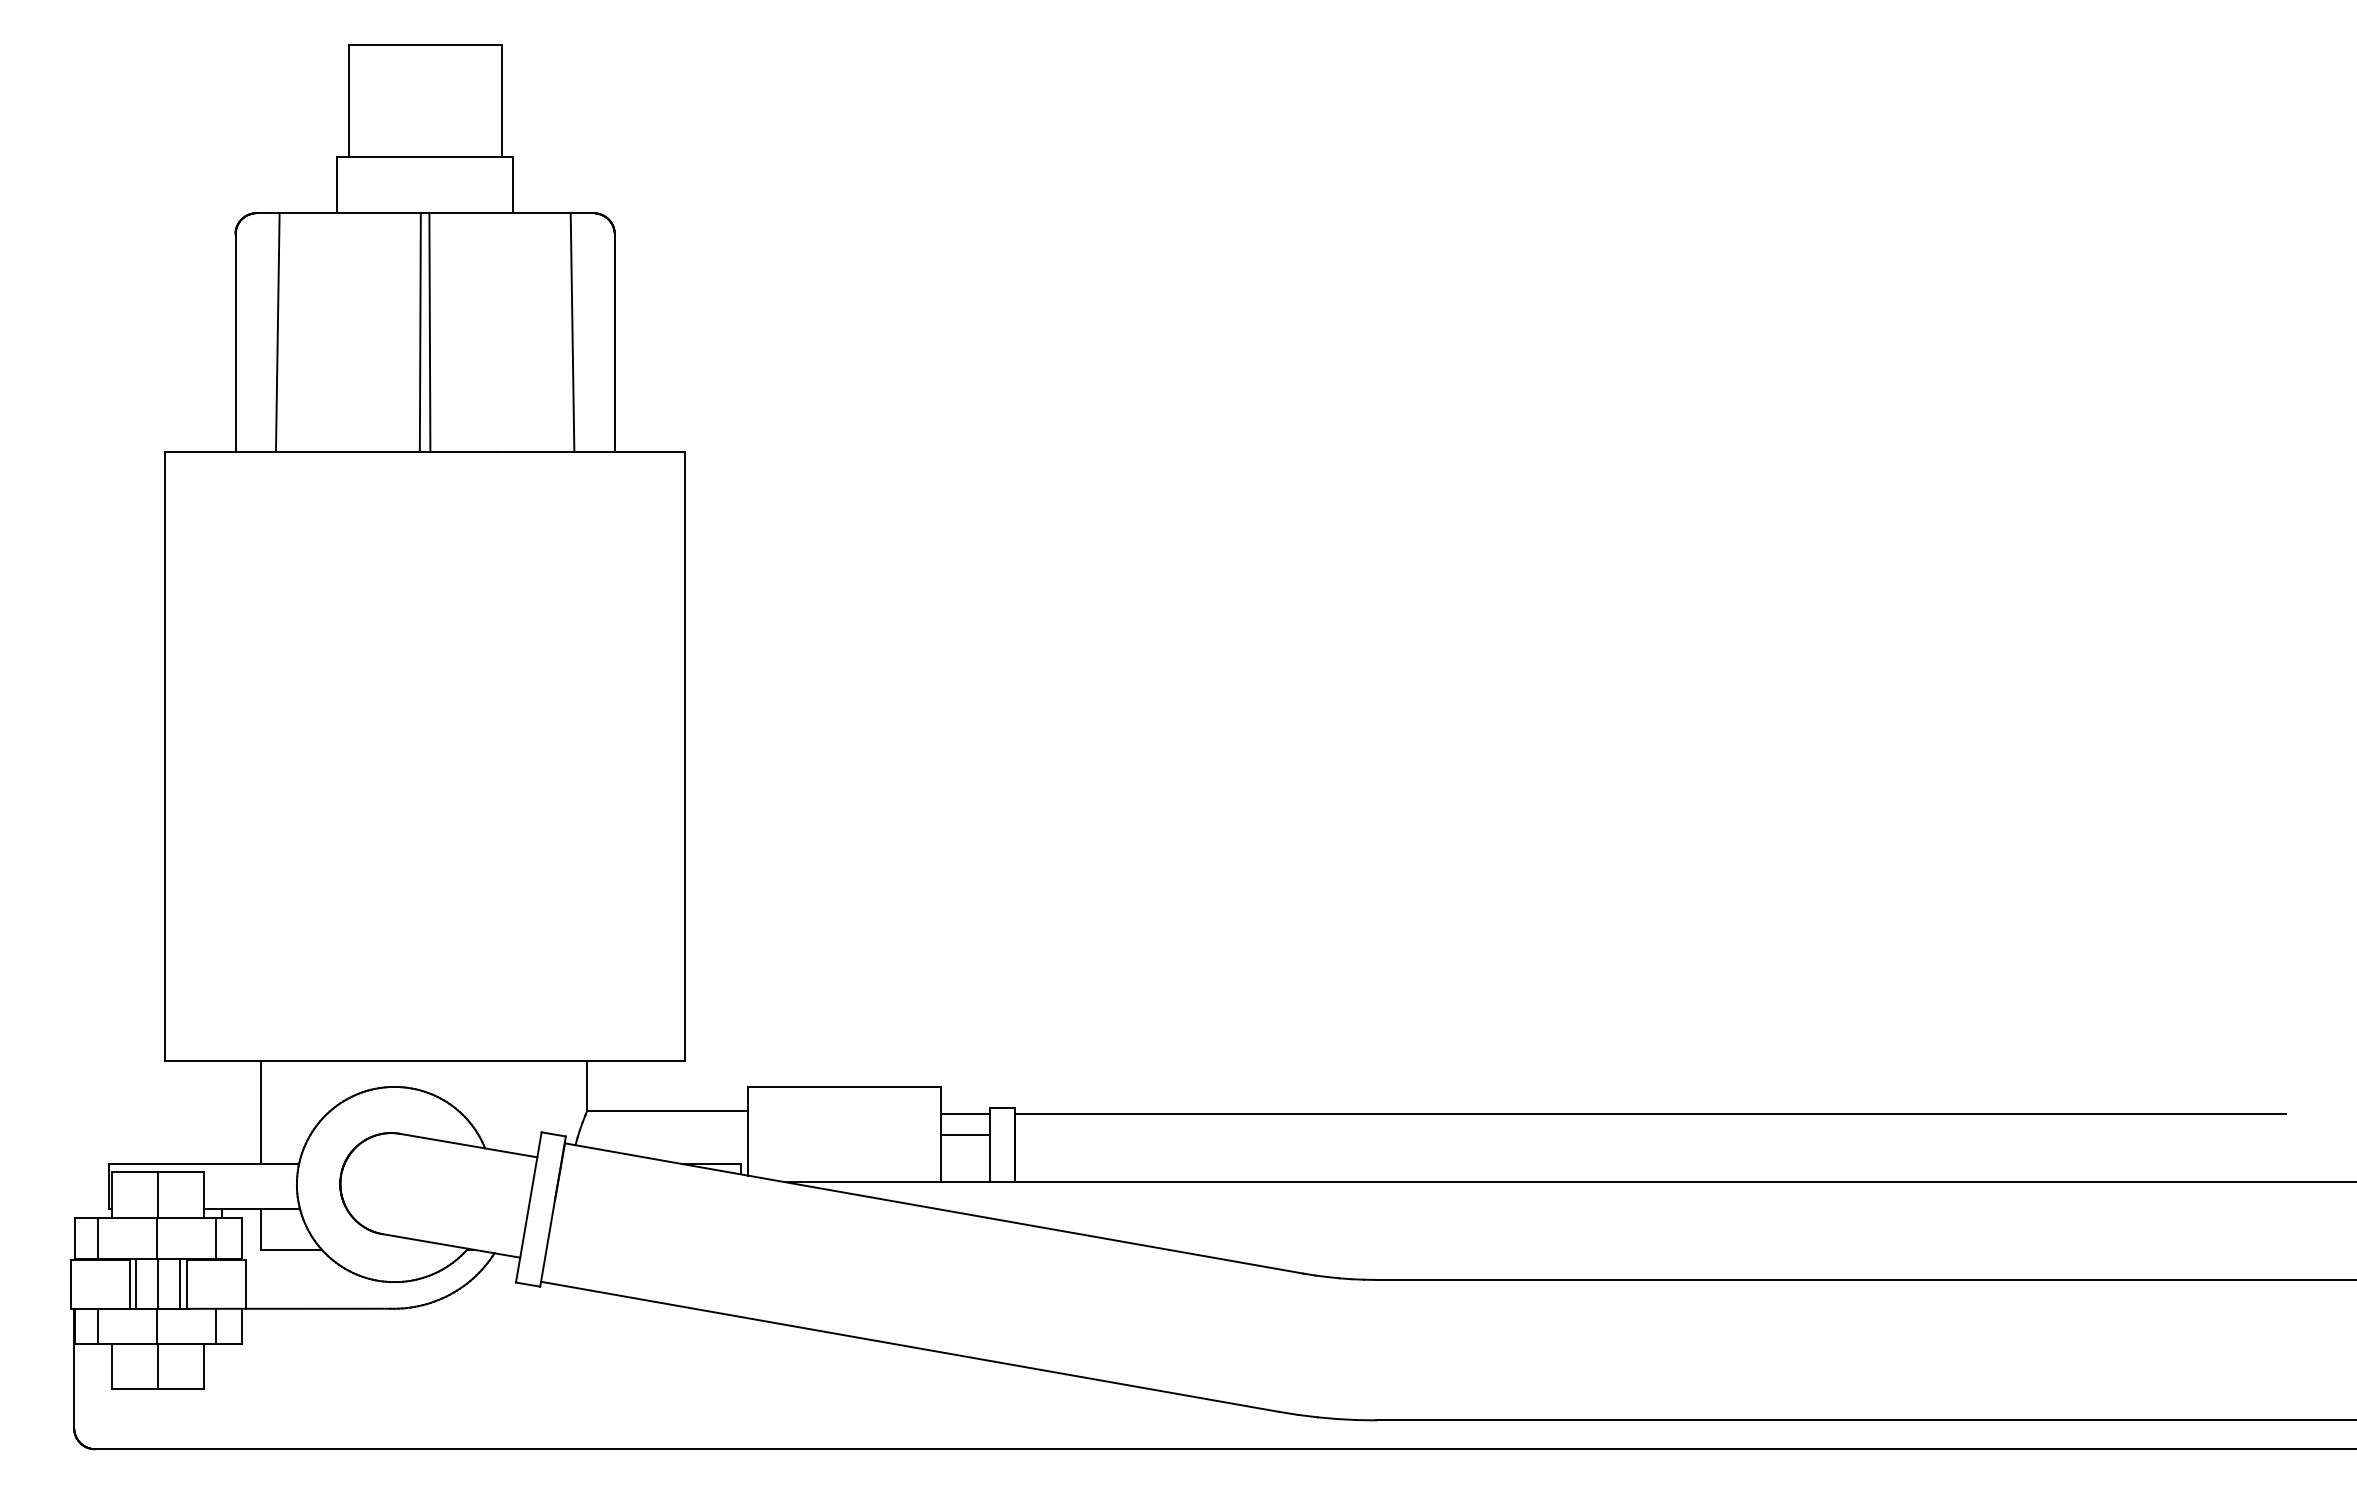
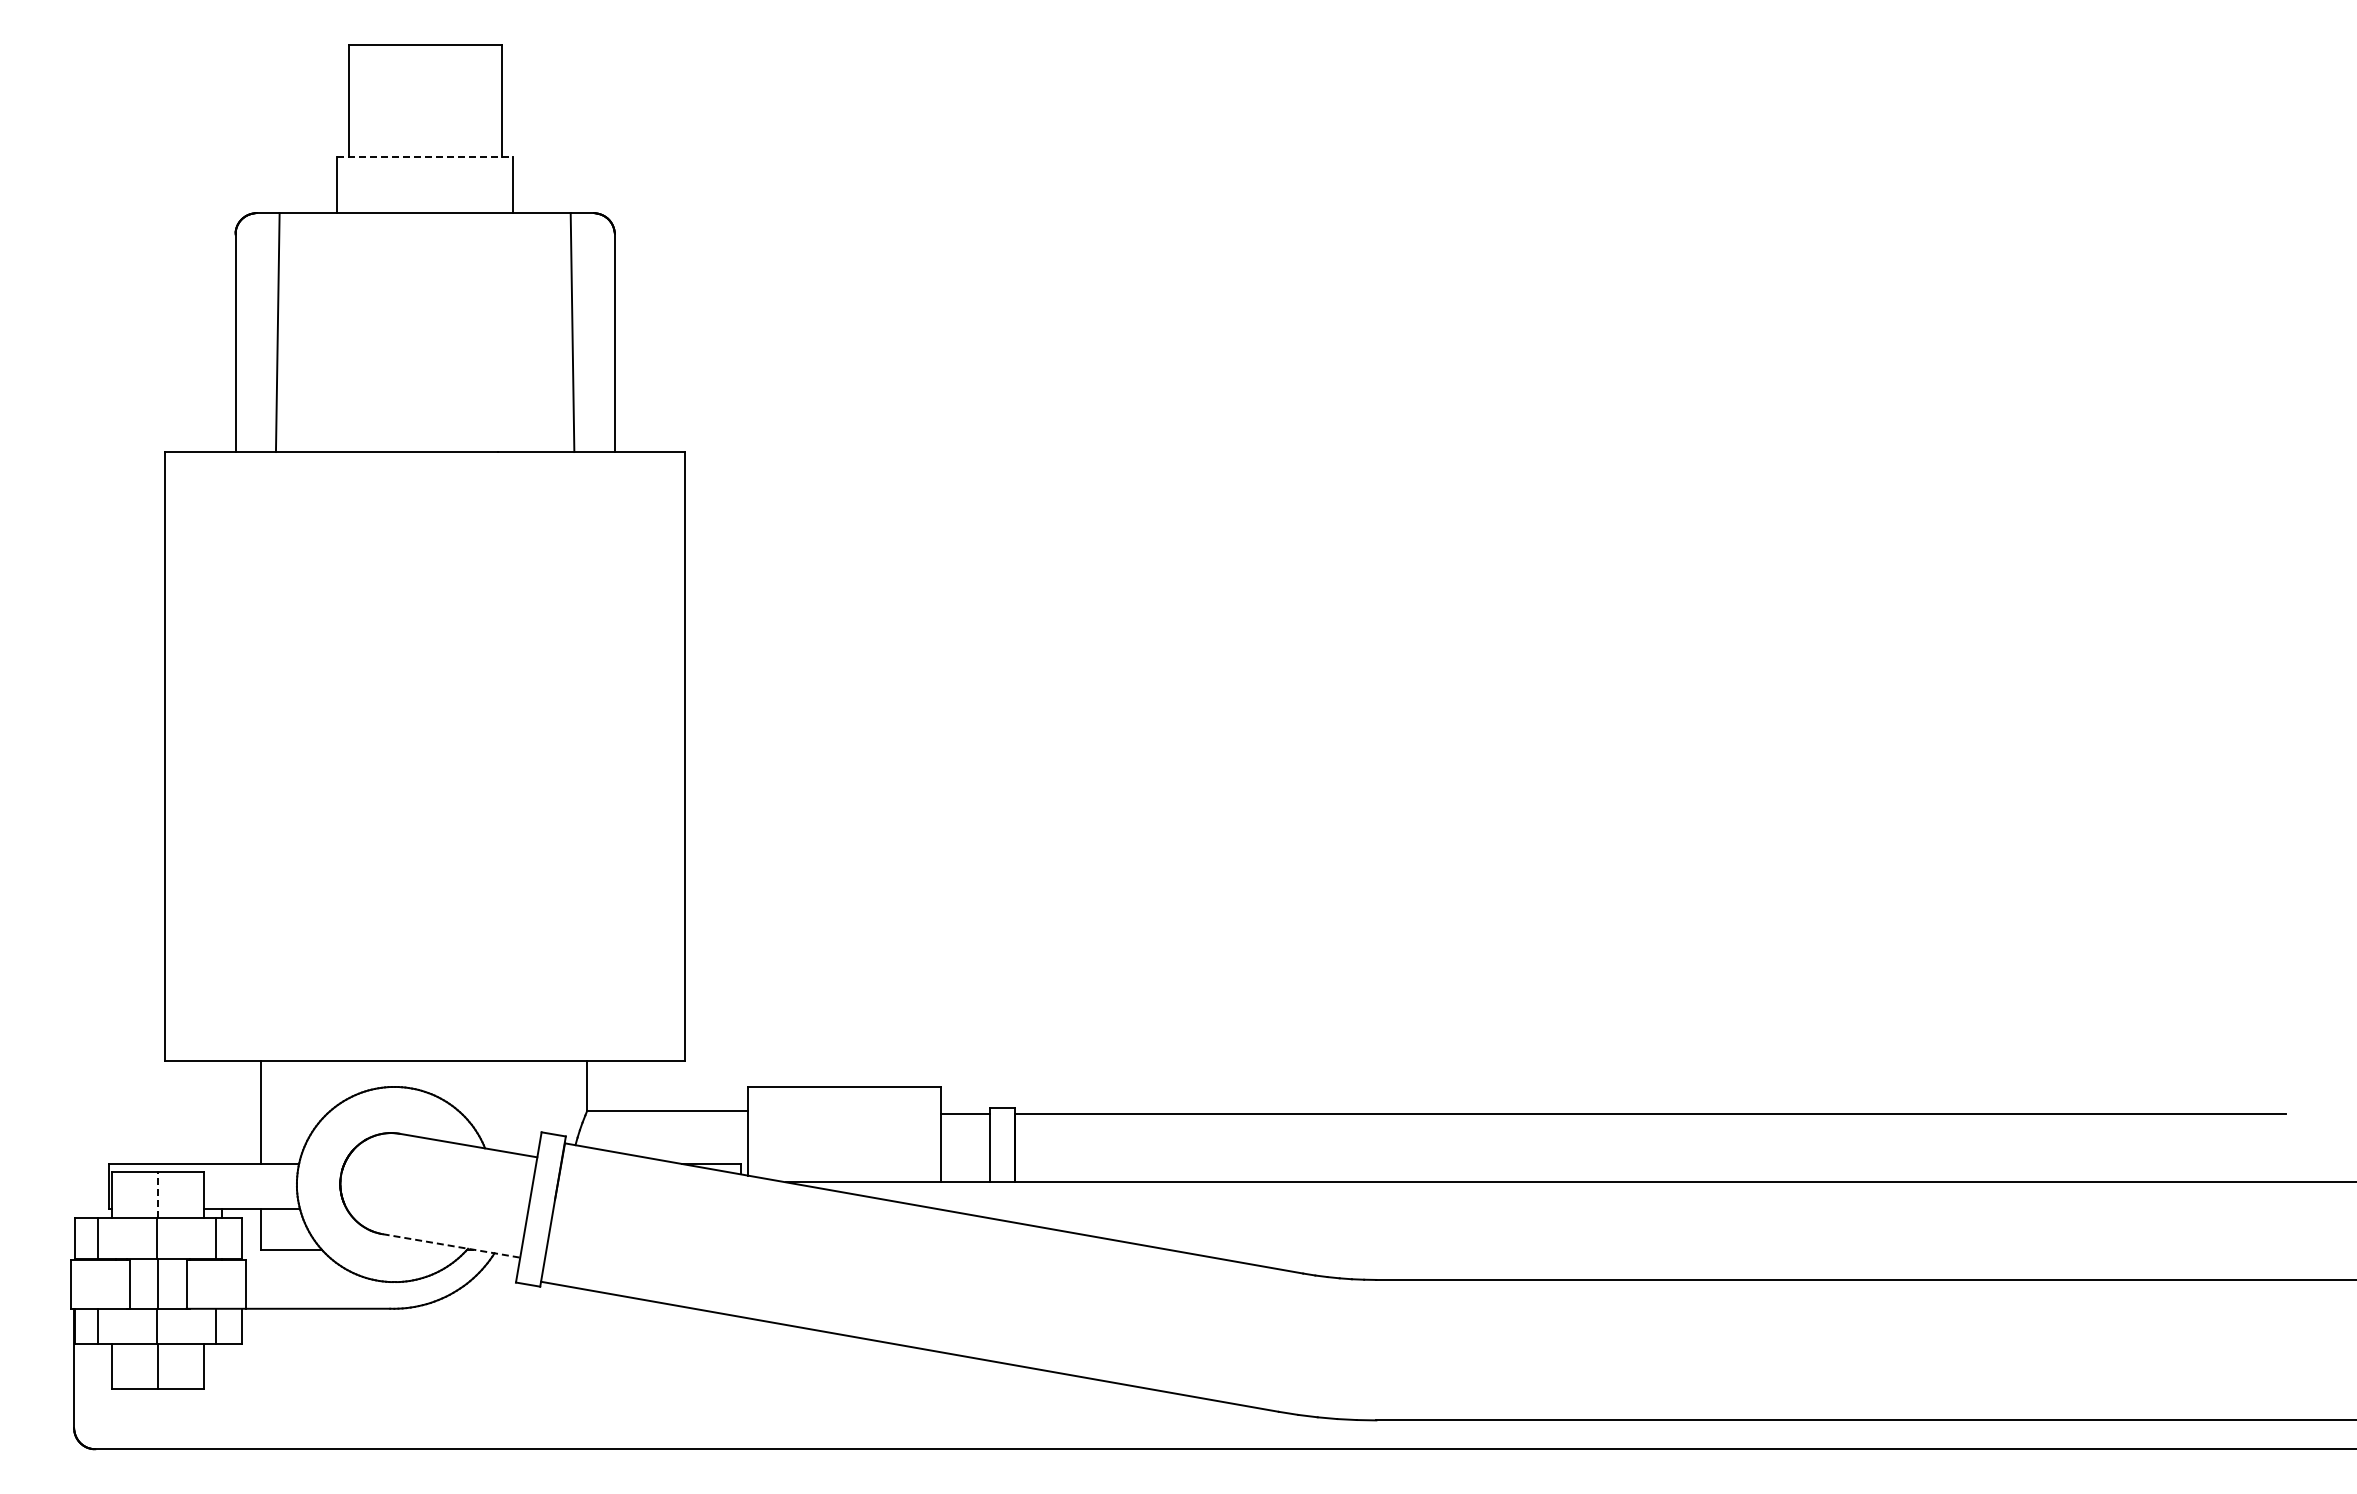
line at (425, 157): solid -> dashed
line at (419, 332): present -> none
line at (429, 332): present -> none
line at (964, 1135): present -> none
line at (158, 1194): solid -> dashed
line at (451, 1245): solid -> dashed
line at (135, 1283): present -> none
line at (180, 1283): present -> none
